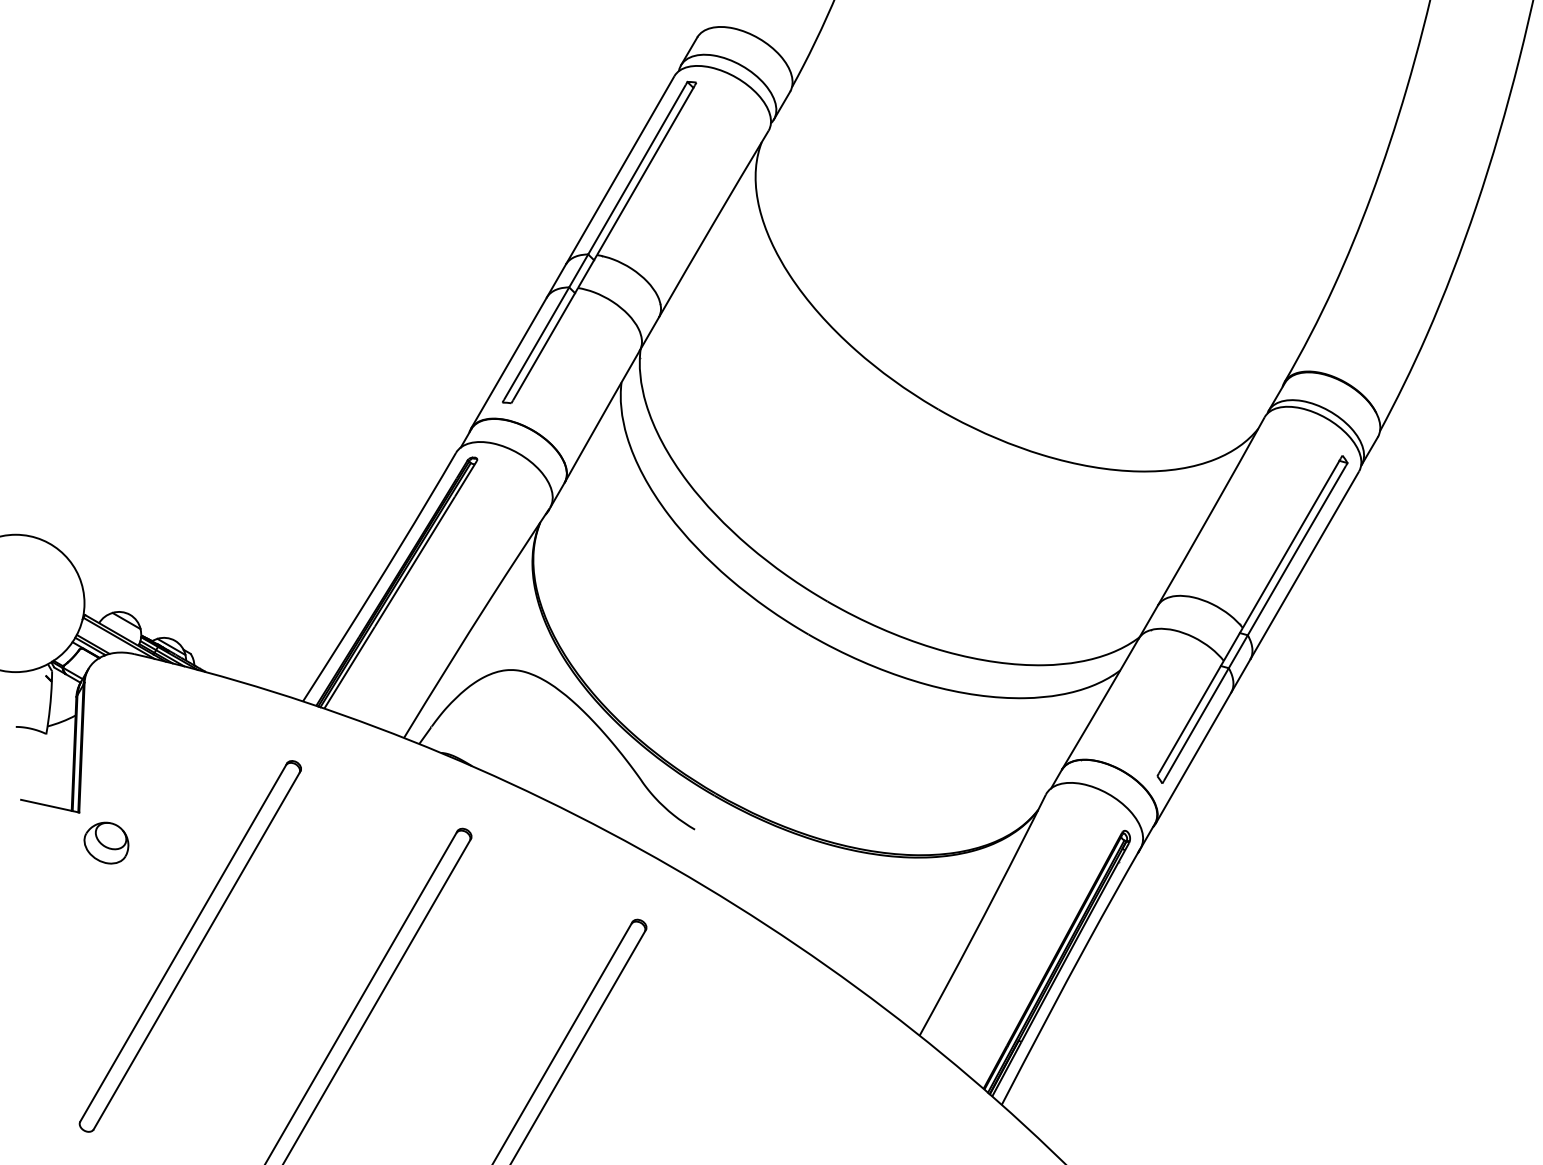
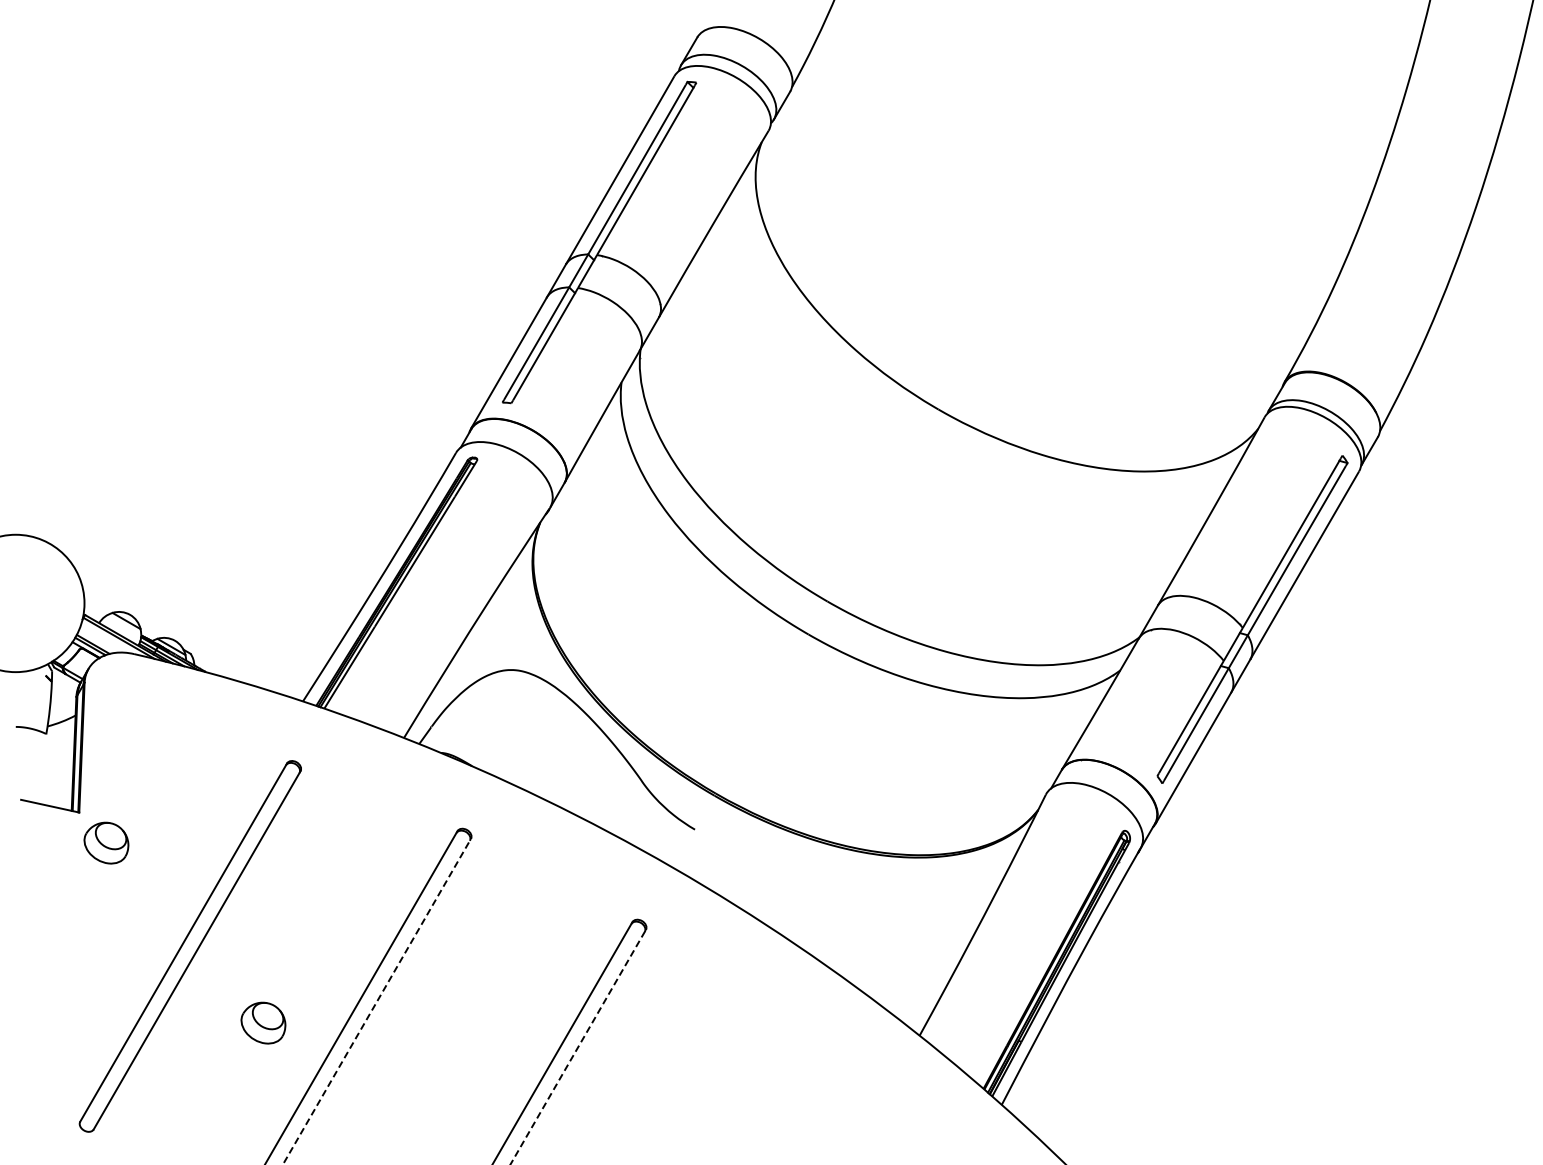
line at (377, 1001): solid -> dashed
part at (263, 1022): none -> present
line at (578, 1046): solid -> dashed
